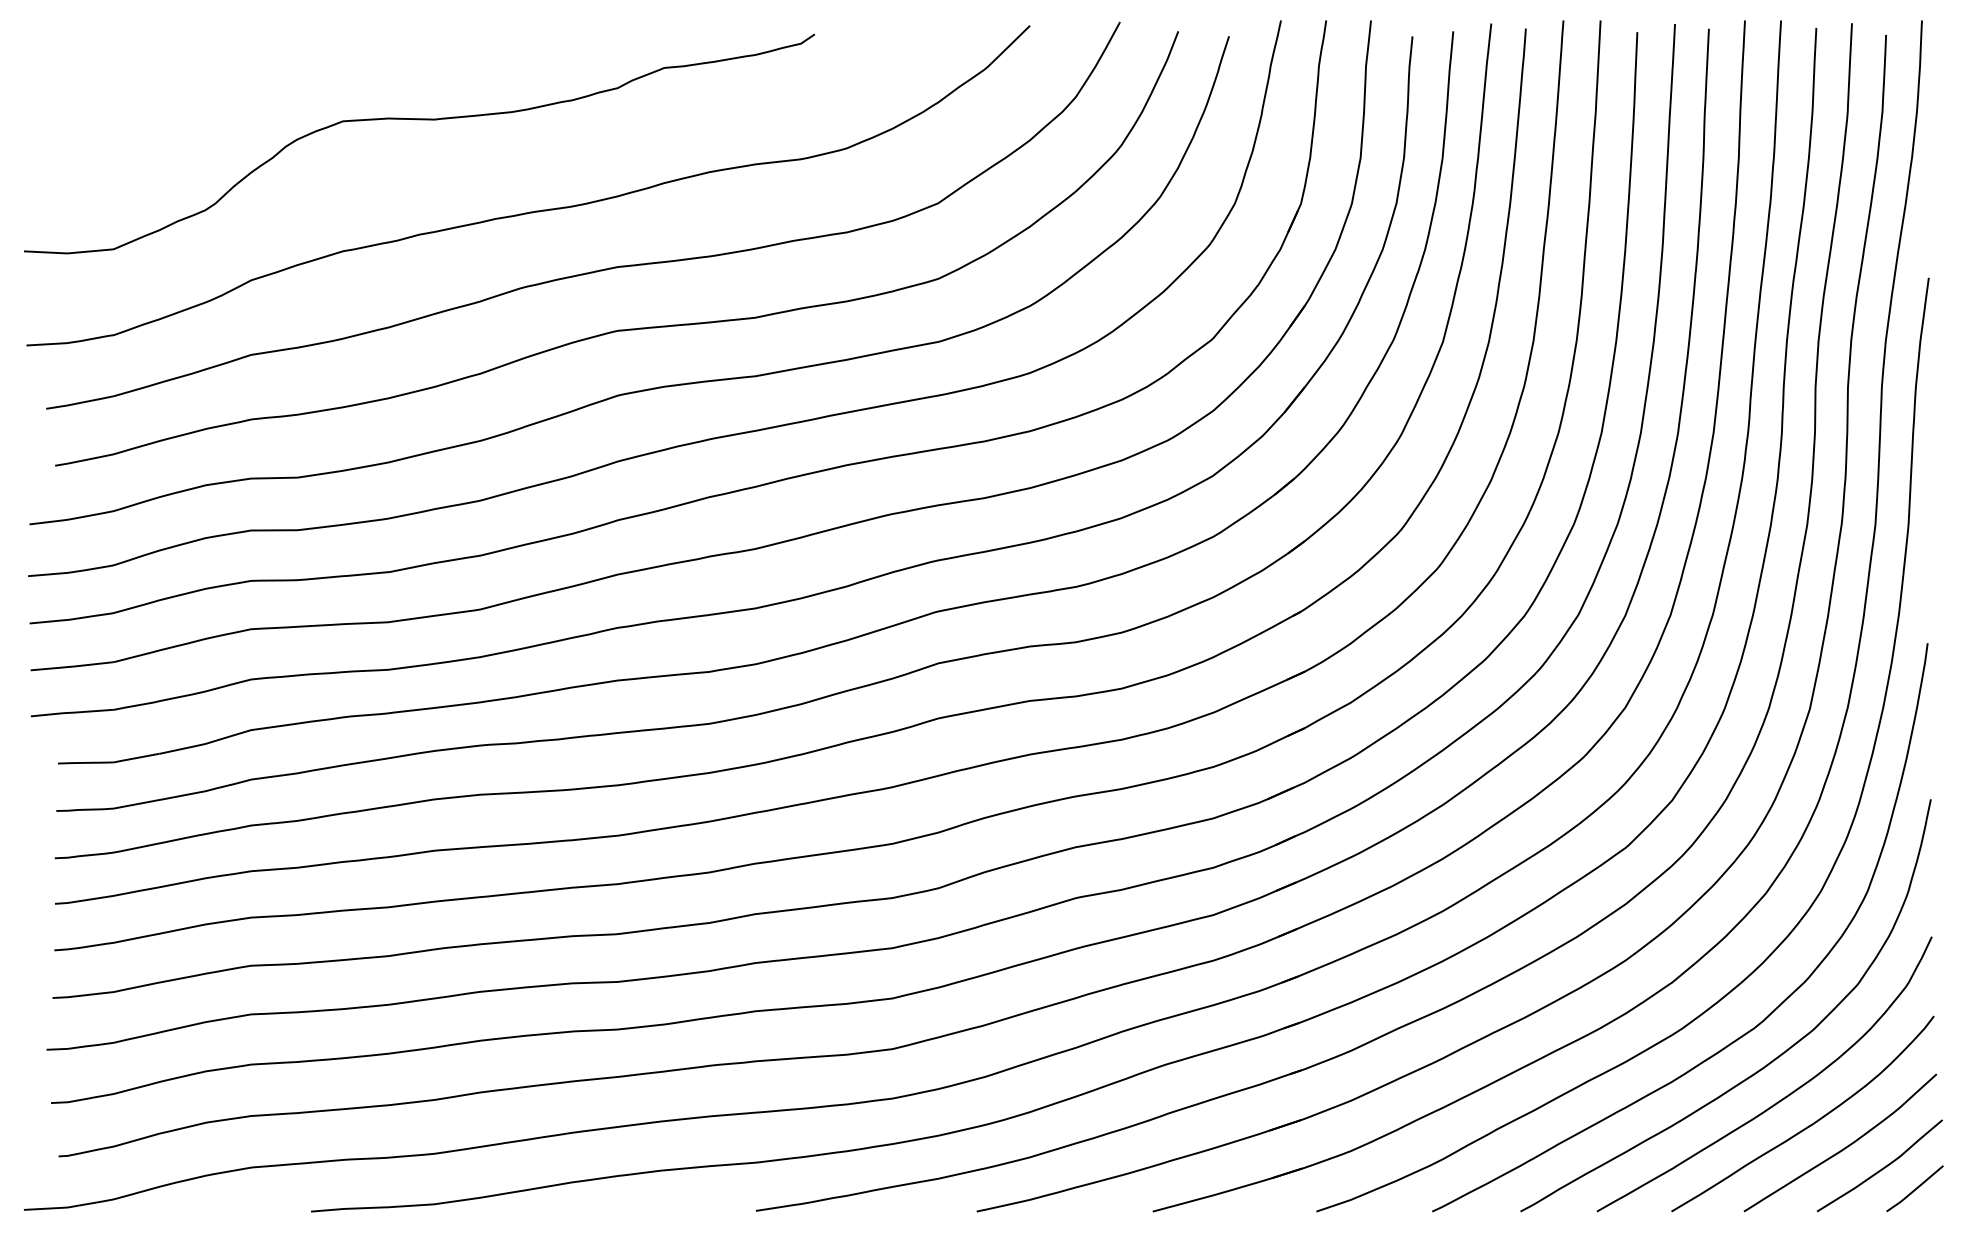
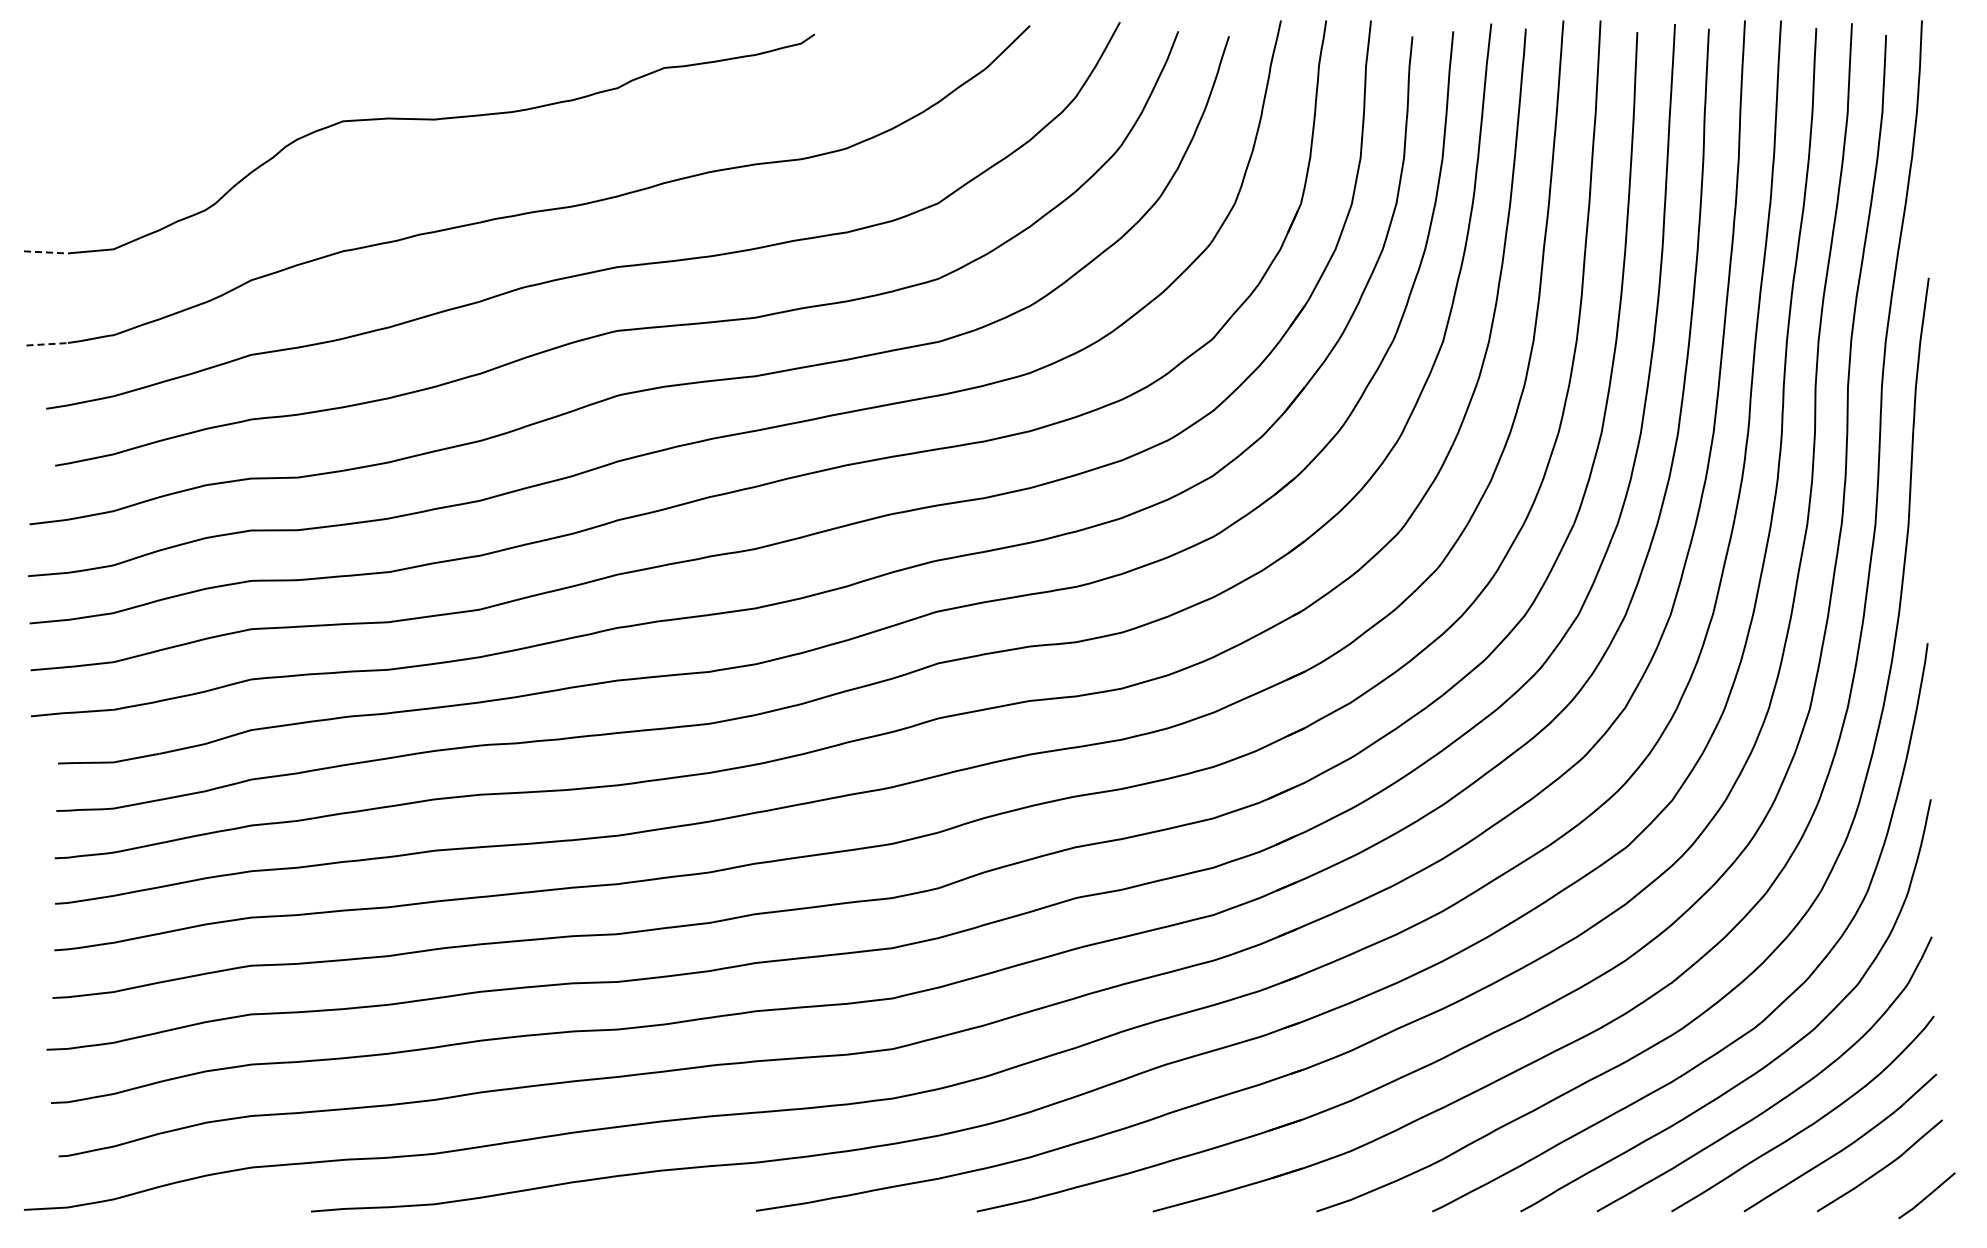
line at (46, 252): solid -> dashed
line at (48, 344): solid -> dashed
line at (1915, 1188) position: (1915, 1188) -> (1927, 1195)
